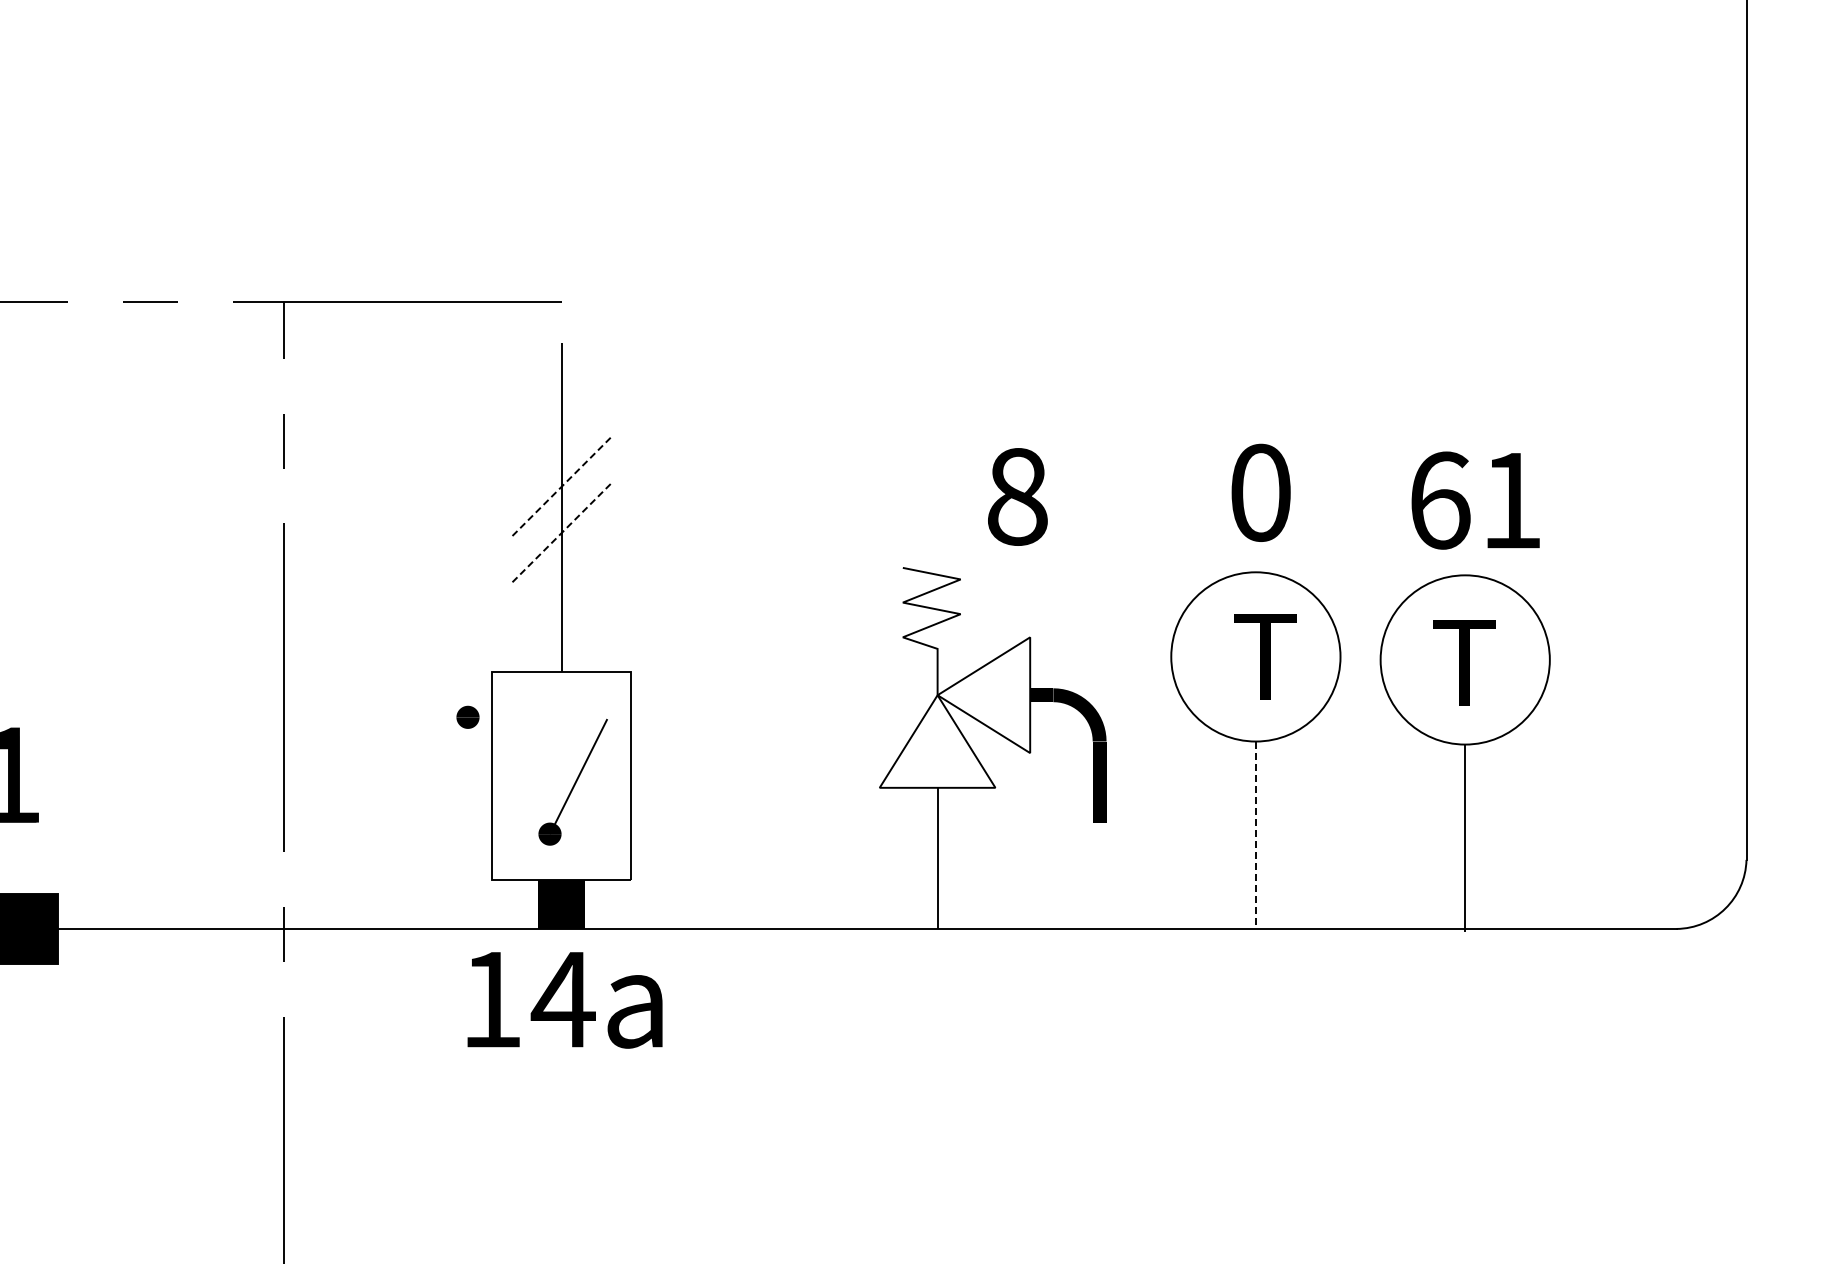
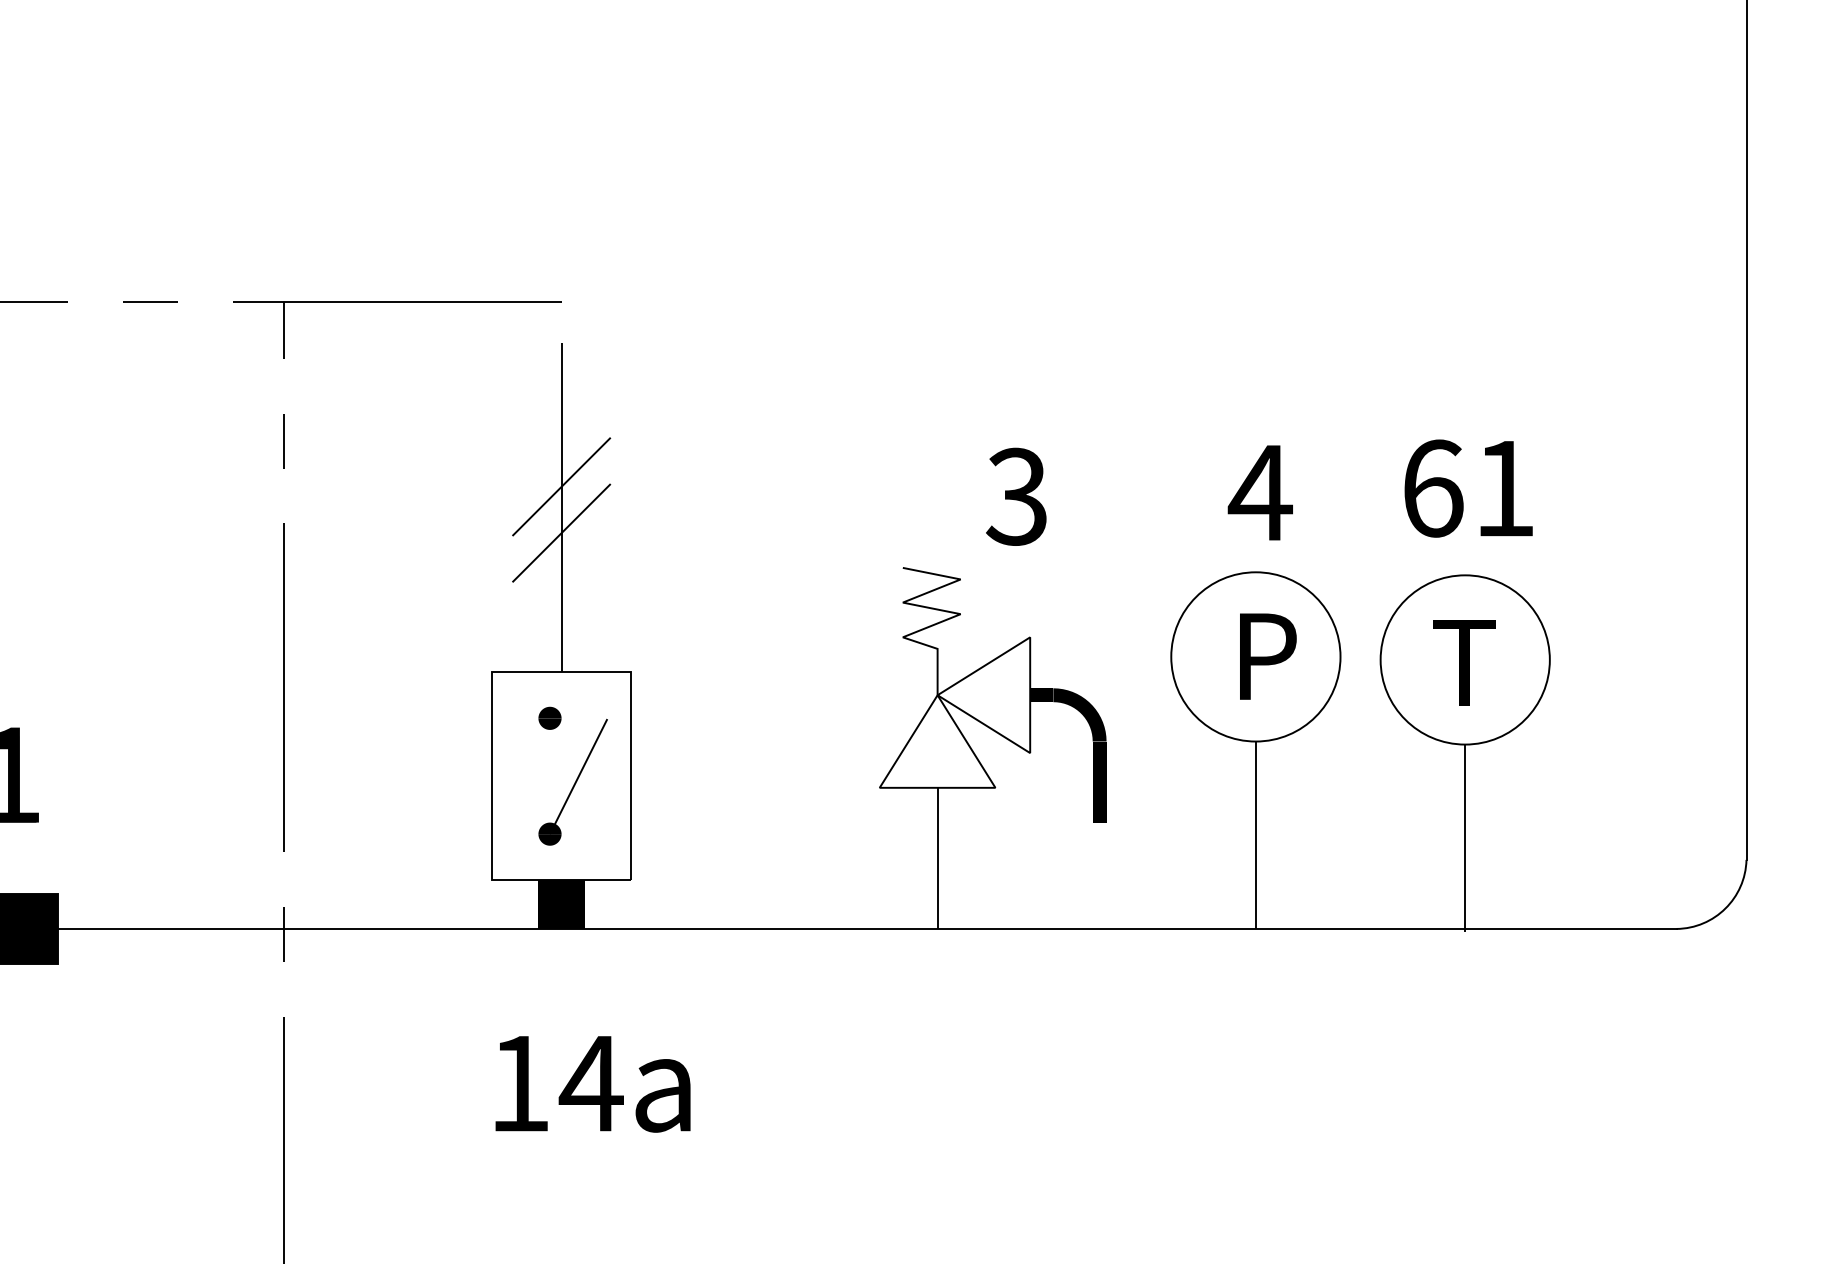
line at (561, 486): dashed -> solid
text at (1259, 492): 0 -> 4
text at (1016, 496): 8 -> 3
text at (1475, 500) position: (1475, 500) -> (1468, 488)
line at (561, 532): dashed -> solid
text at (1265, 656): Т -> P
part at (467, 716) position: (467, 716) -> (549, 717)
line at (1255, 835): dashed -> solid
text at (564, 1000) position: (564, 1000) -> (592, 1084)
